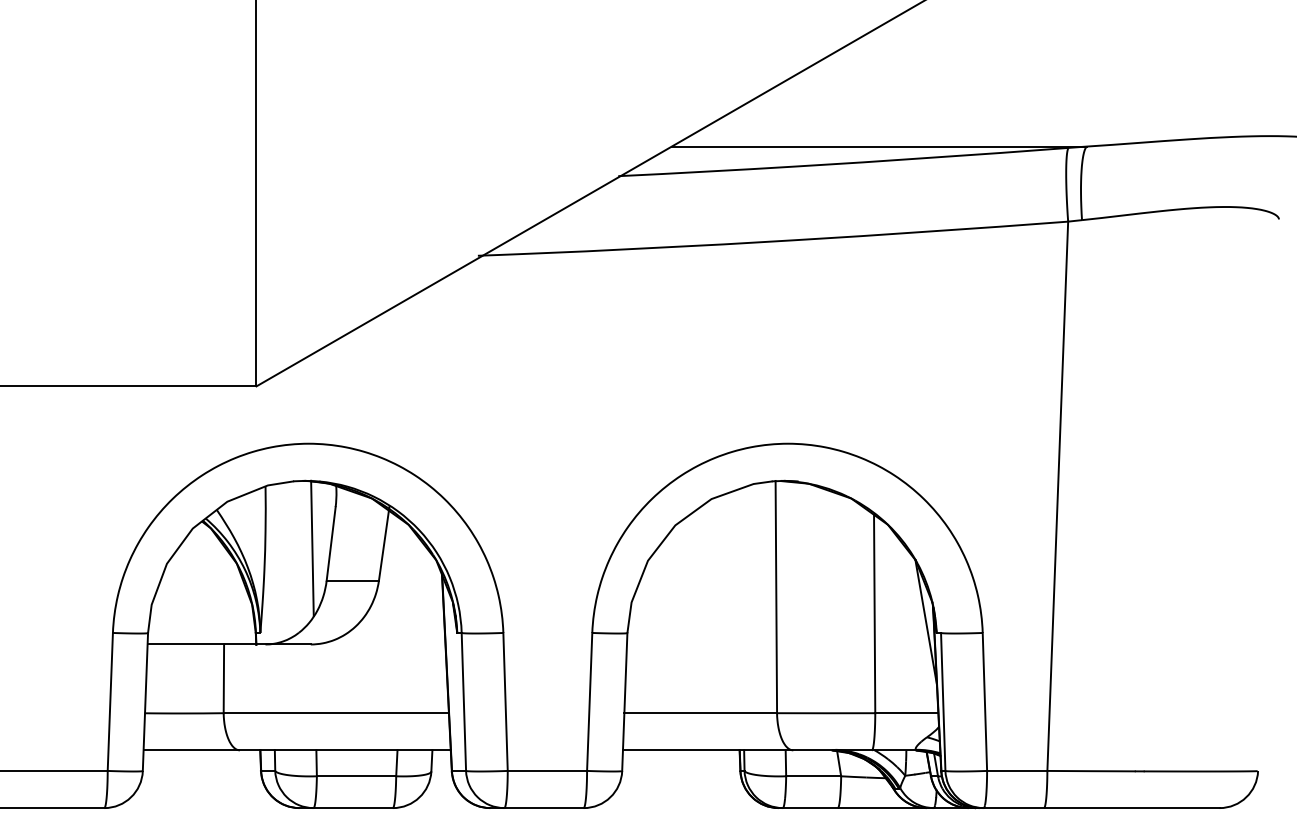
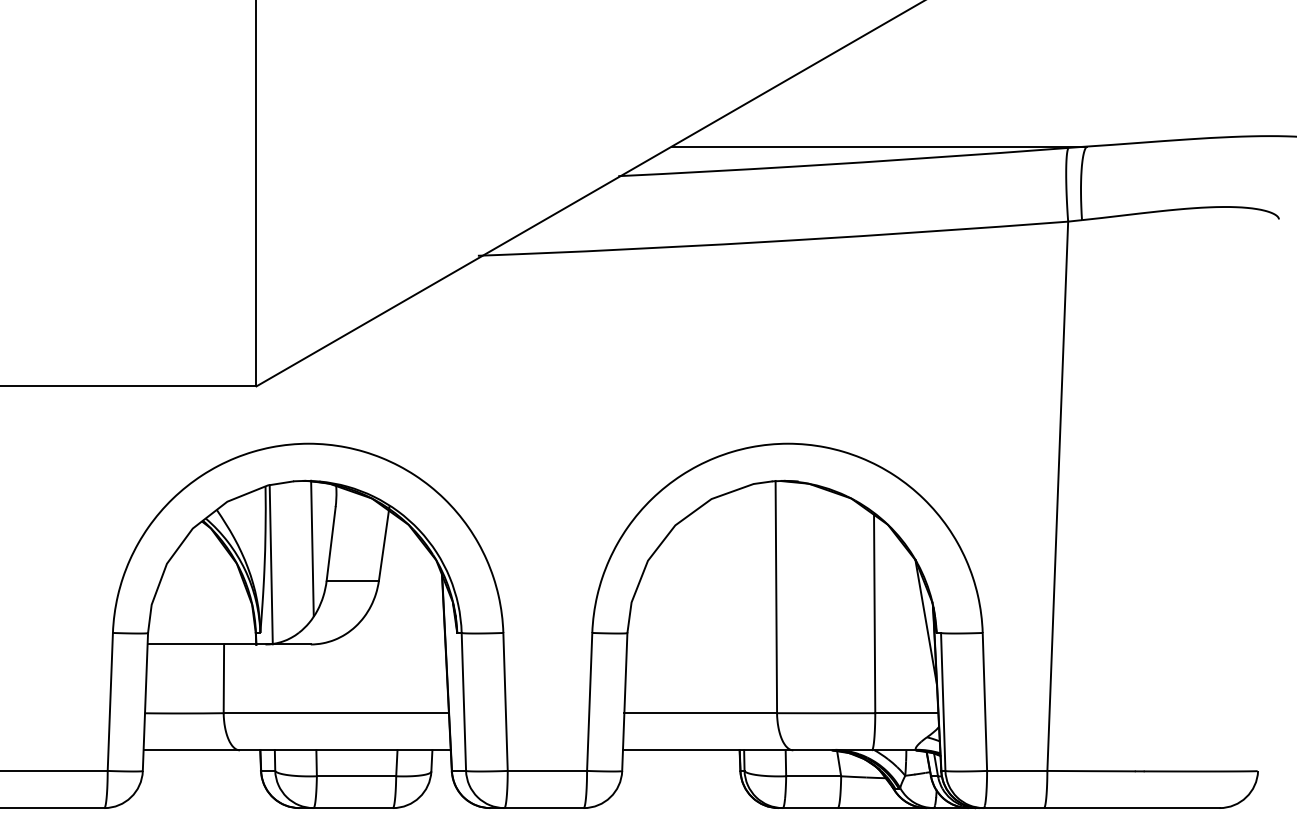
line at (270, 564): none -> present
